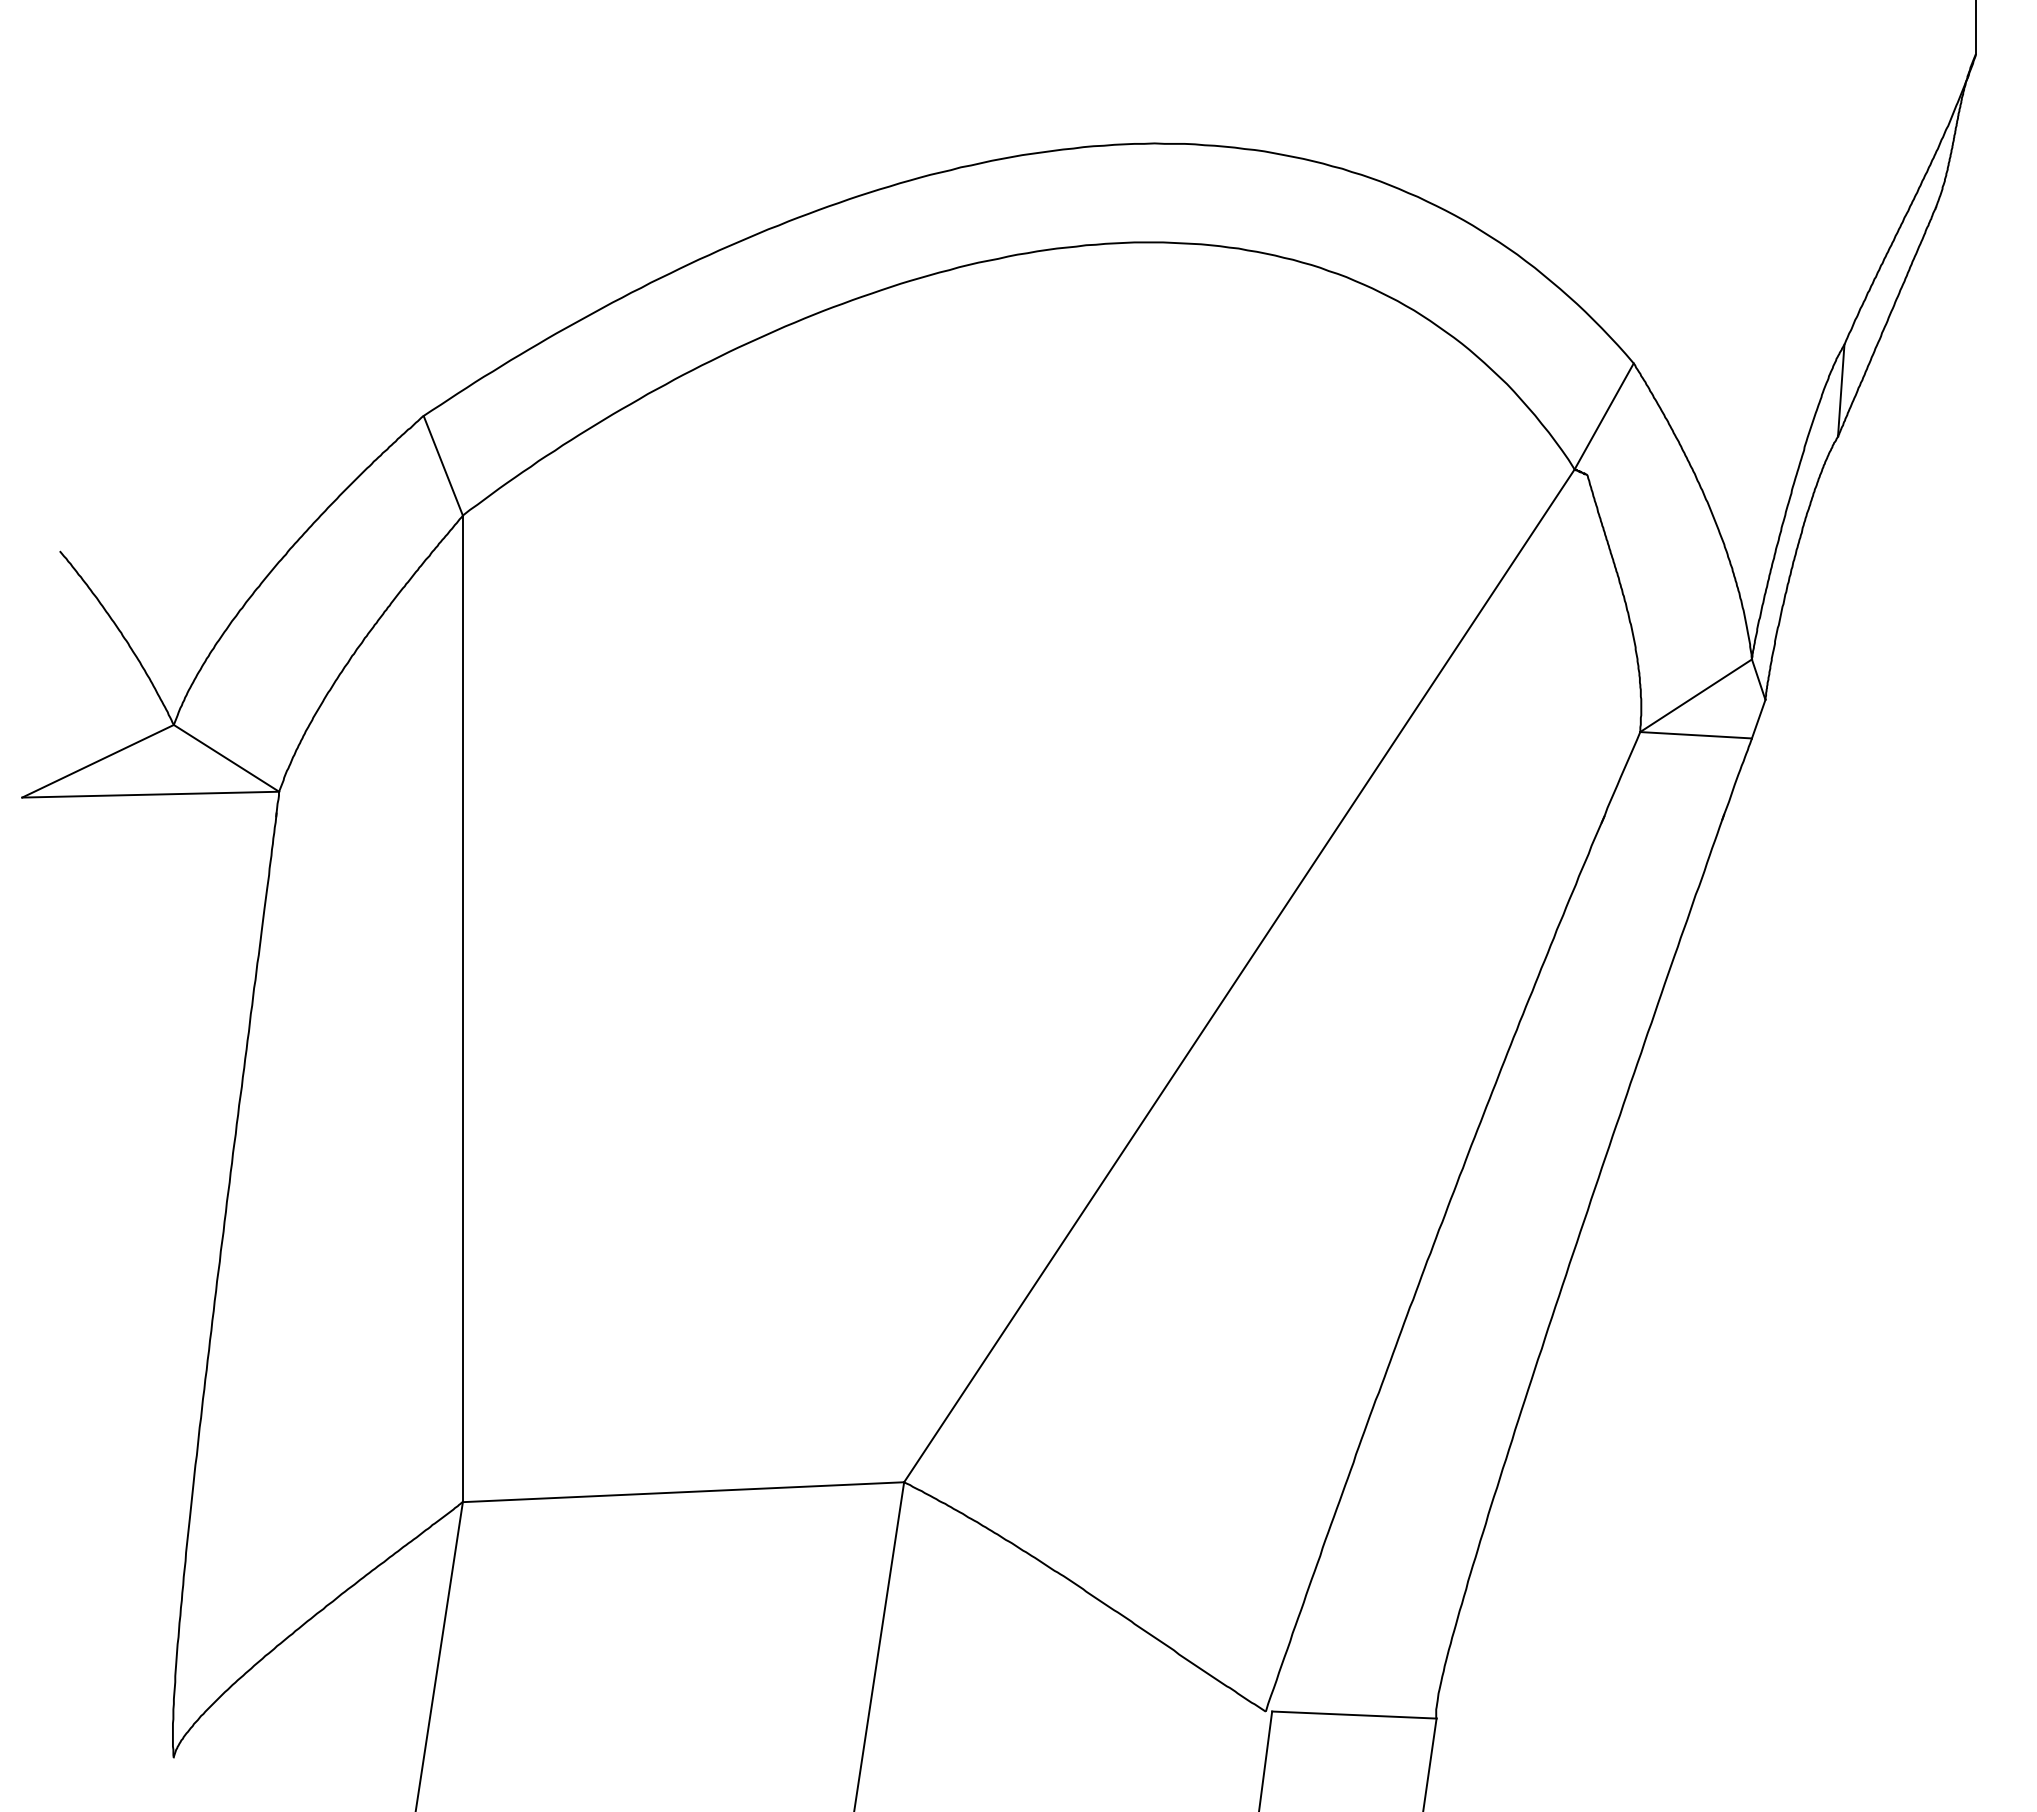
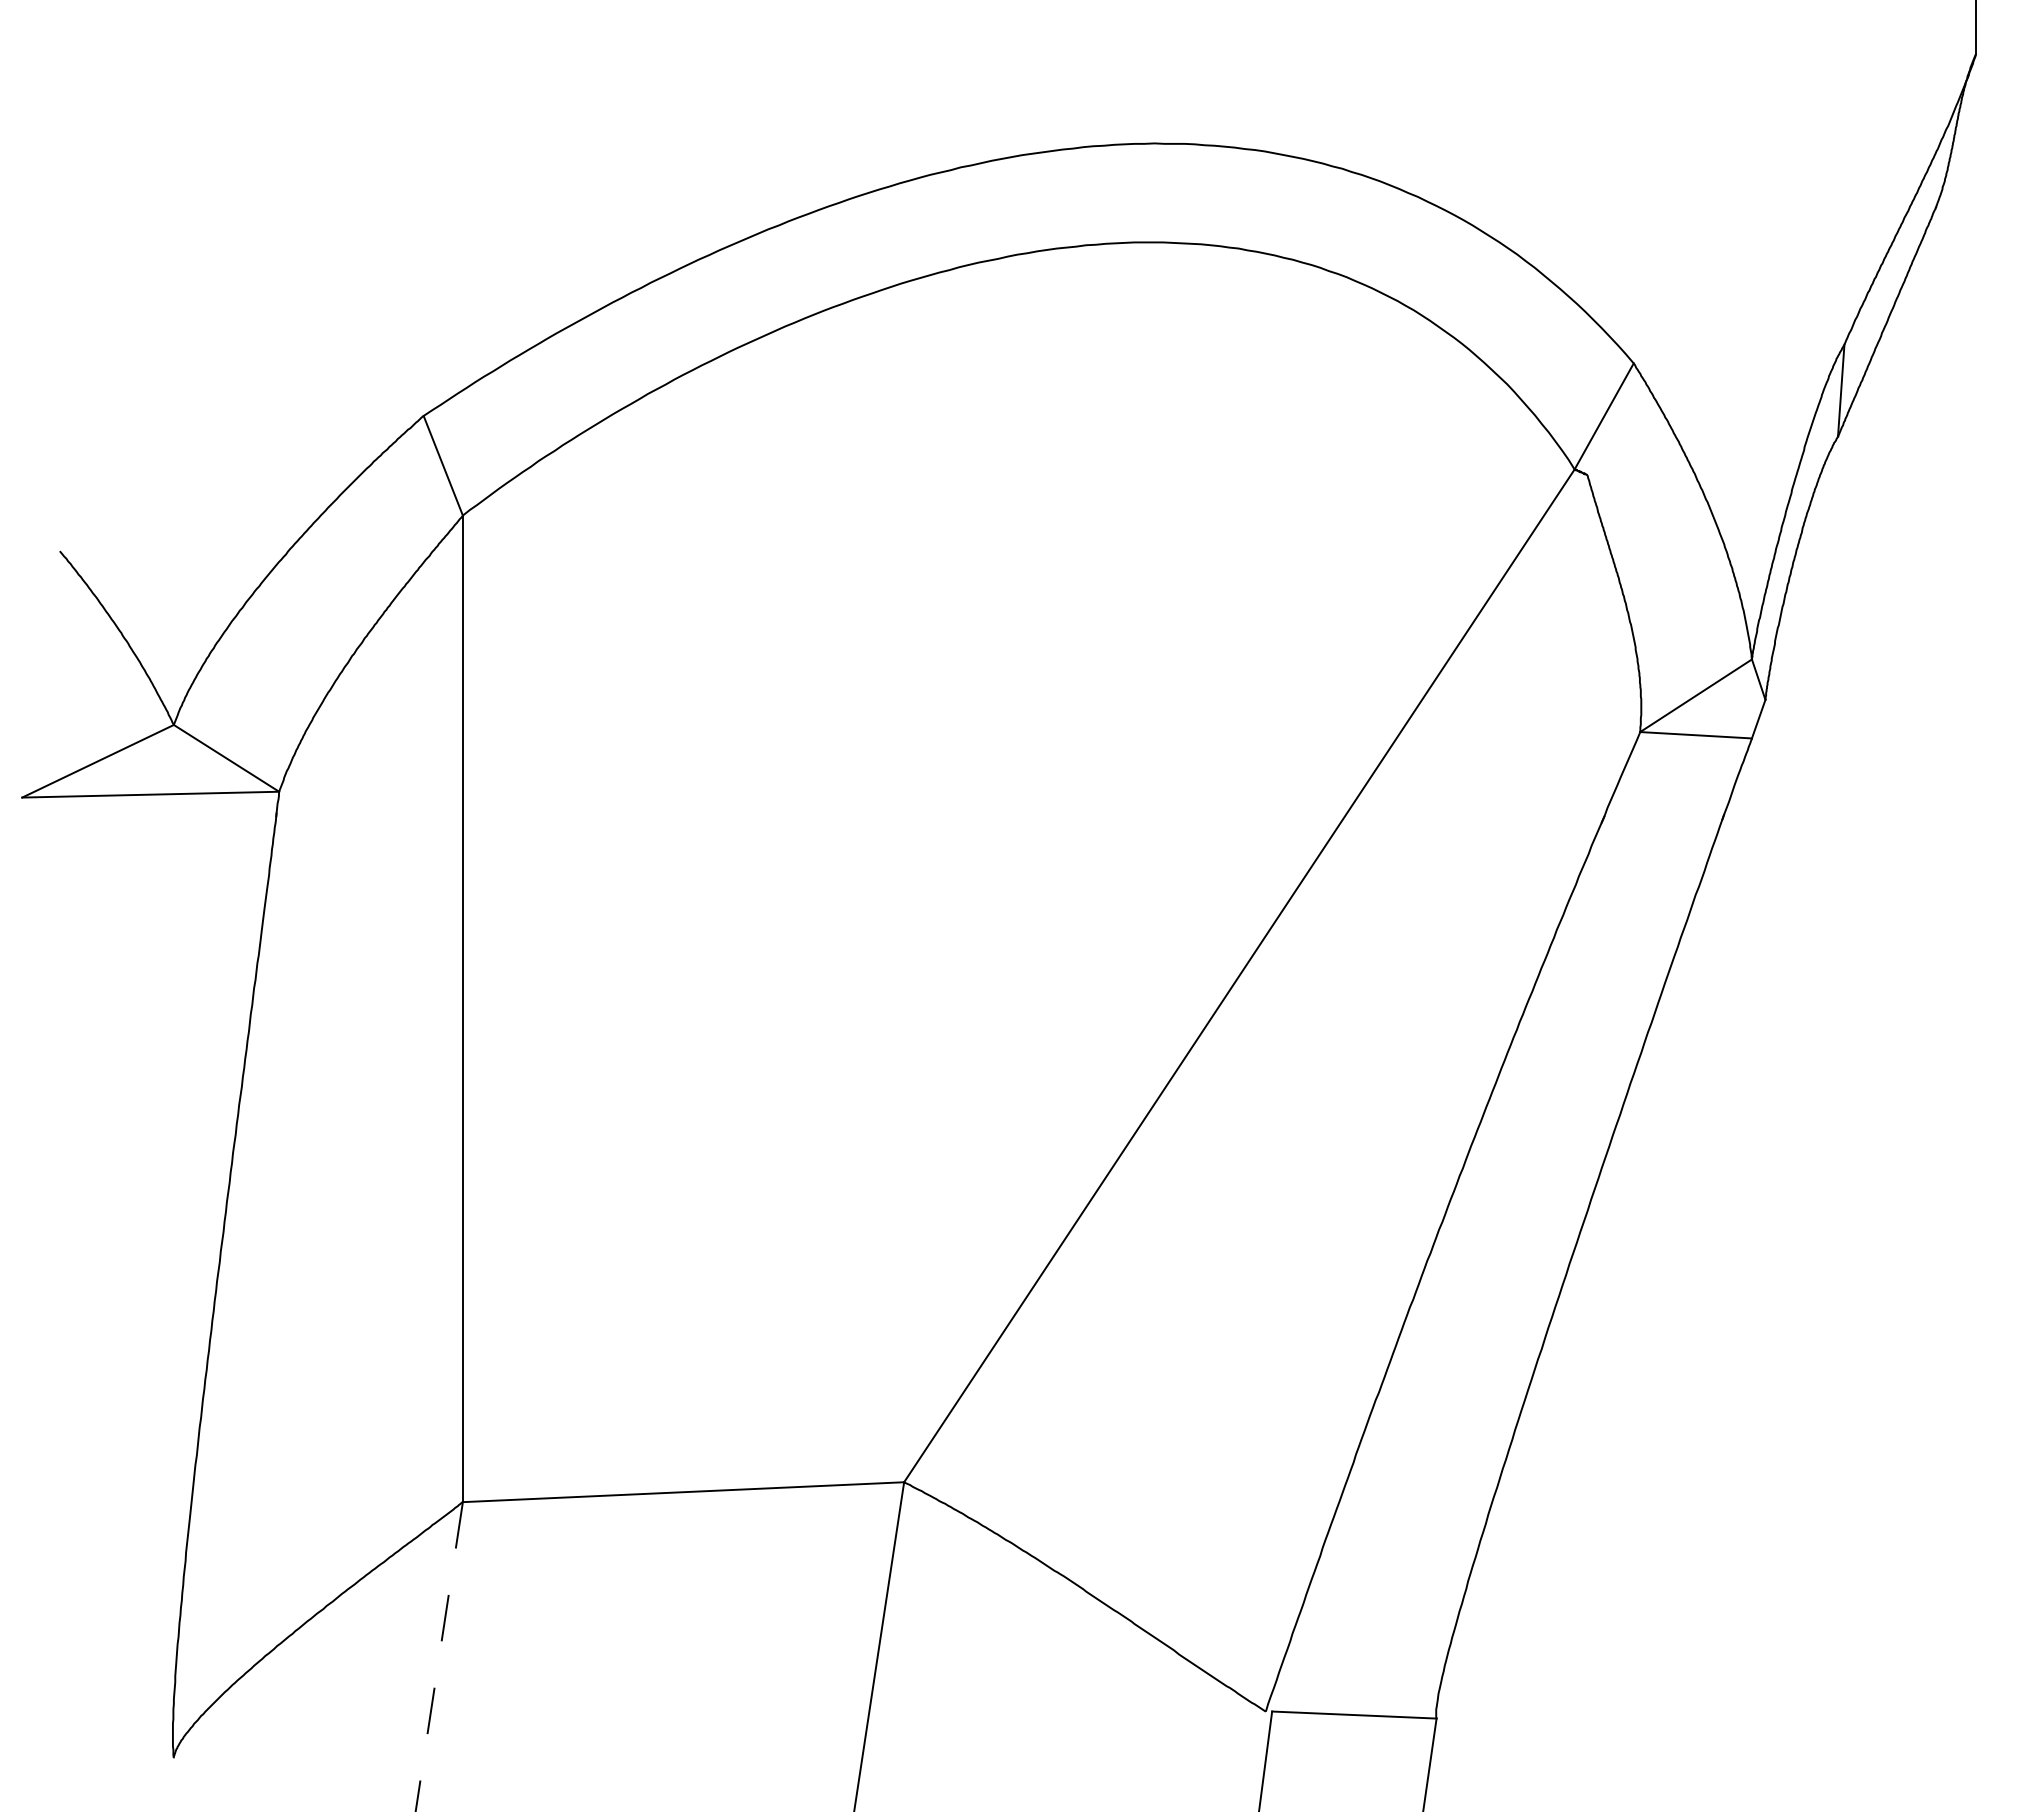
line at (439, 1657): solid -> dashed
